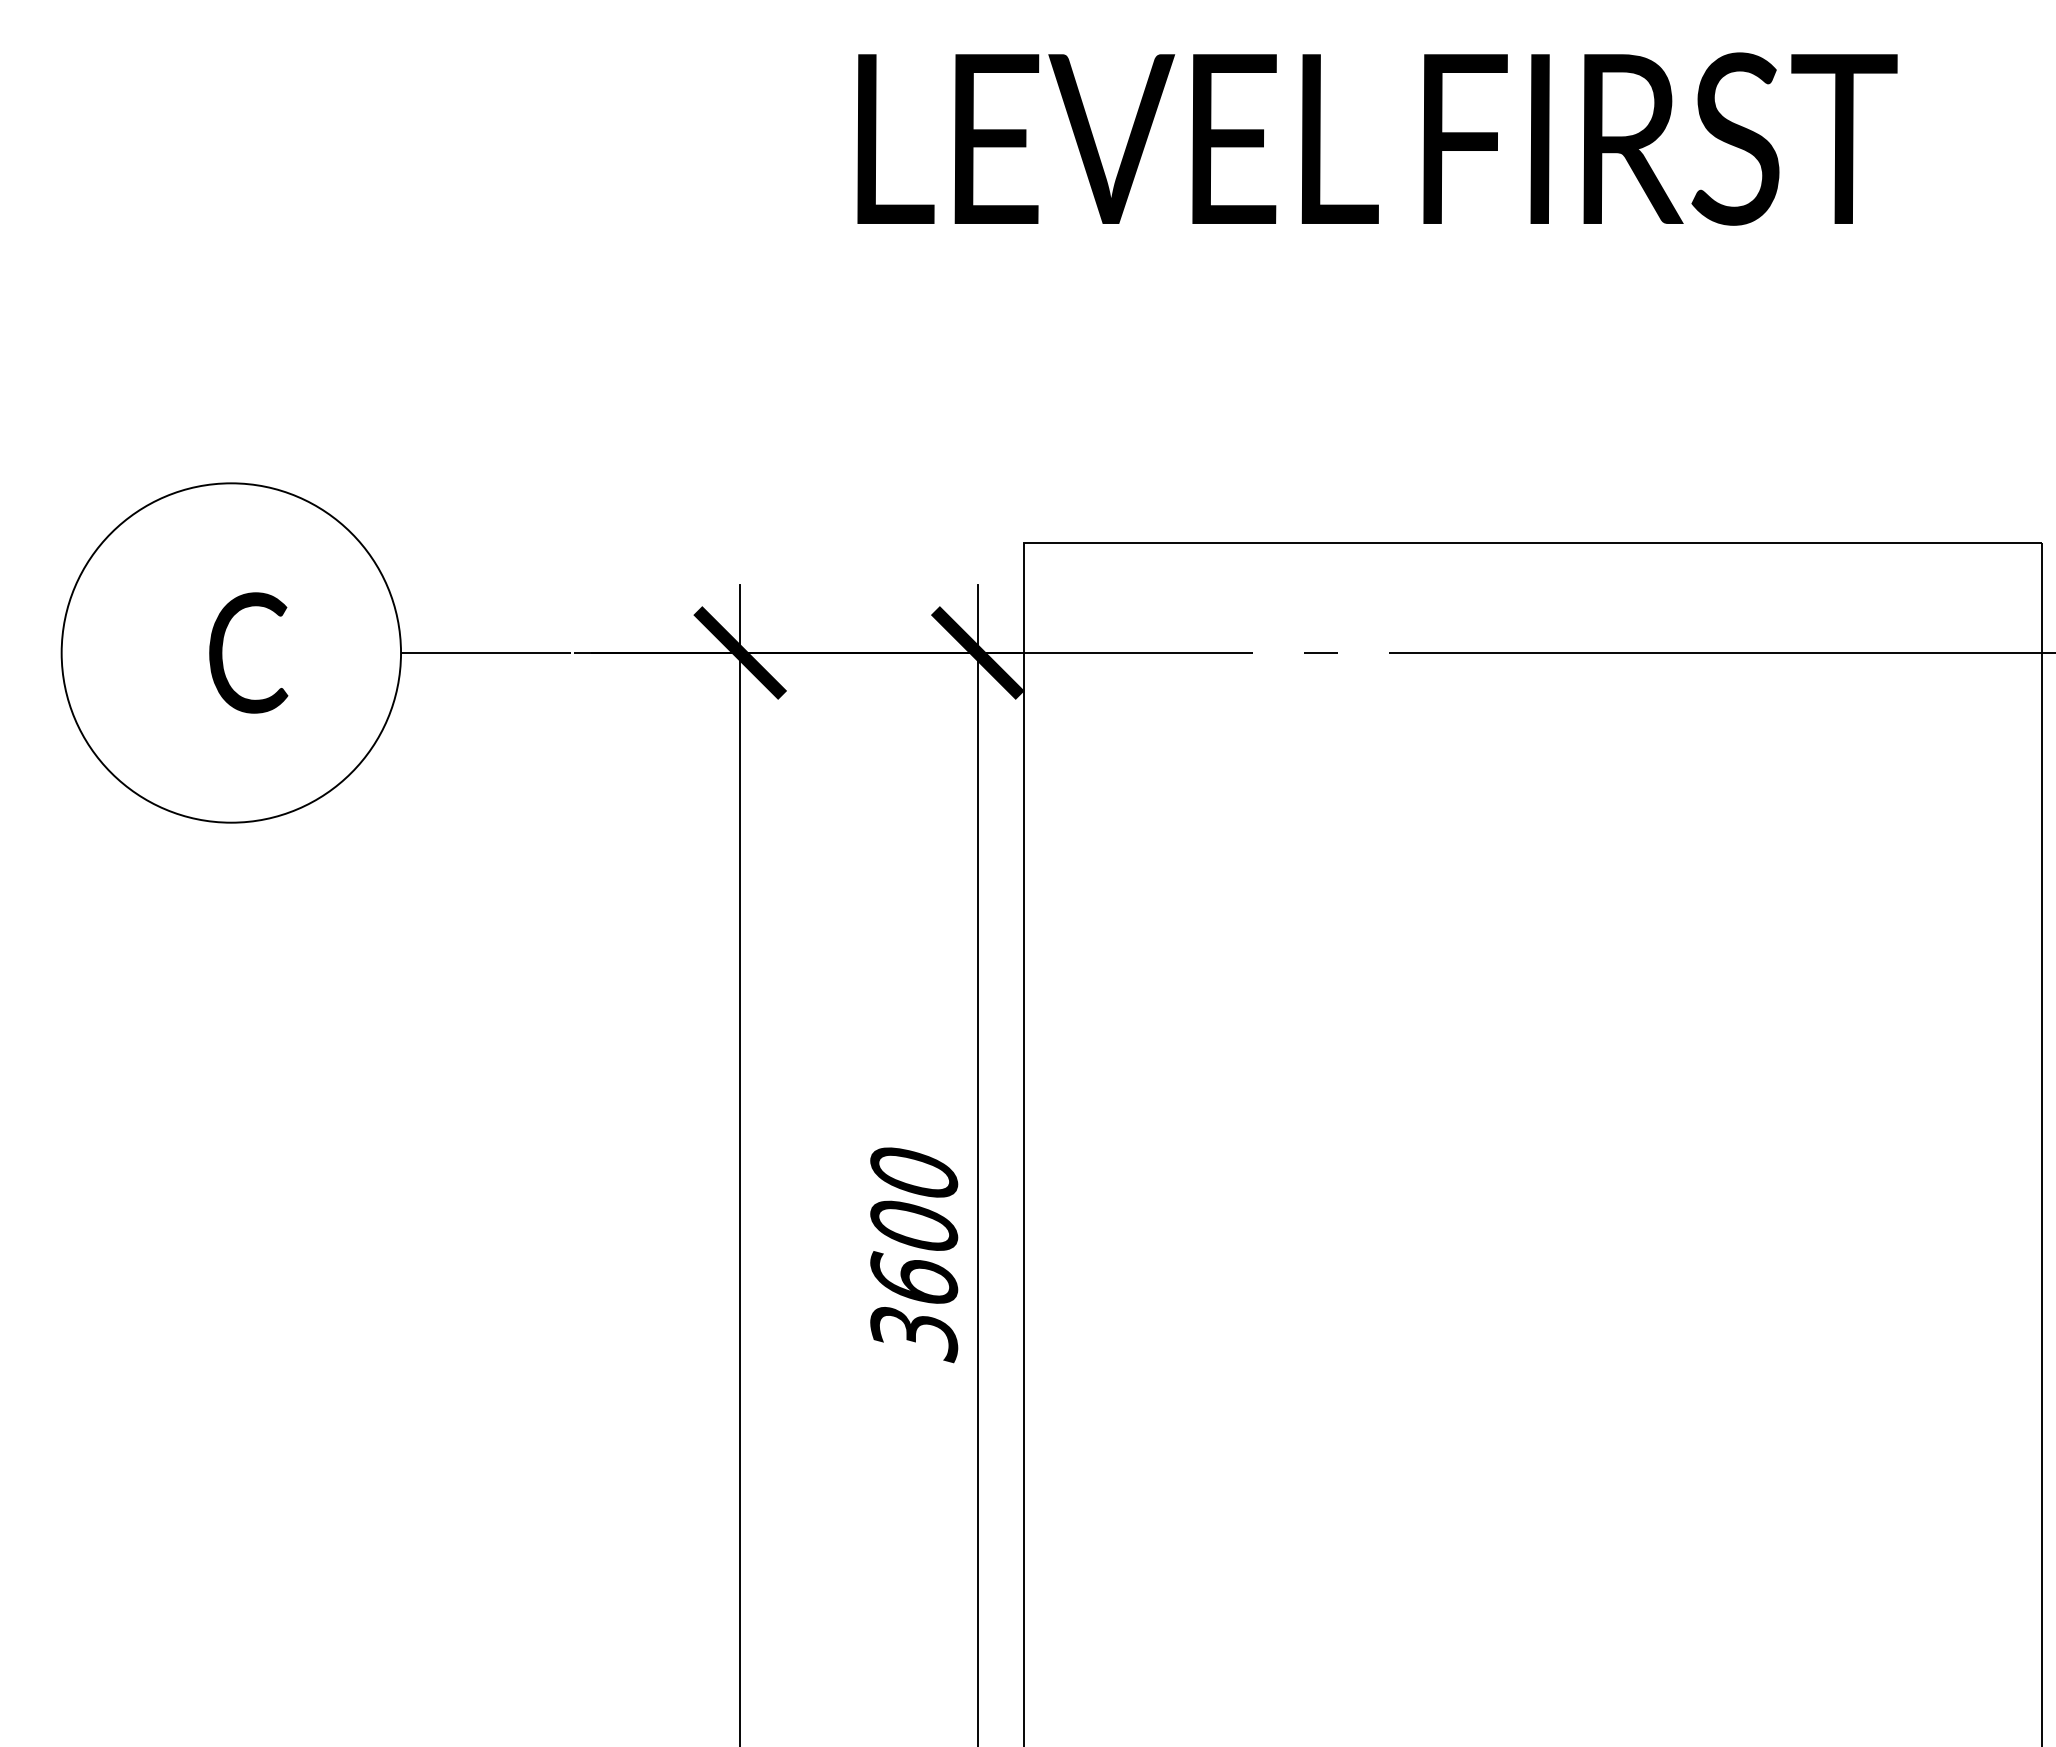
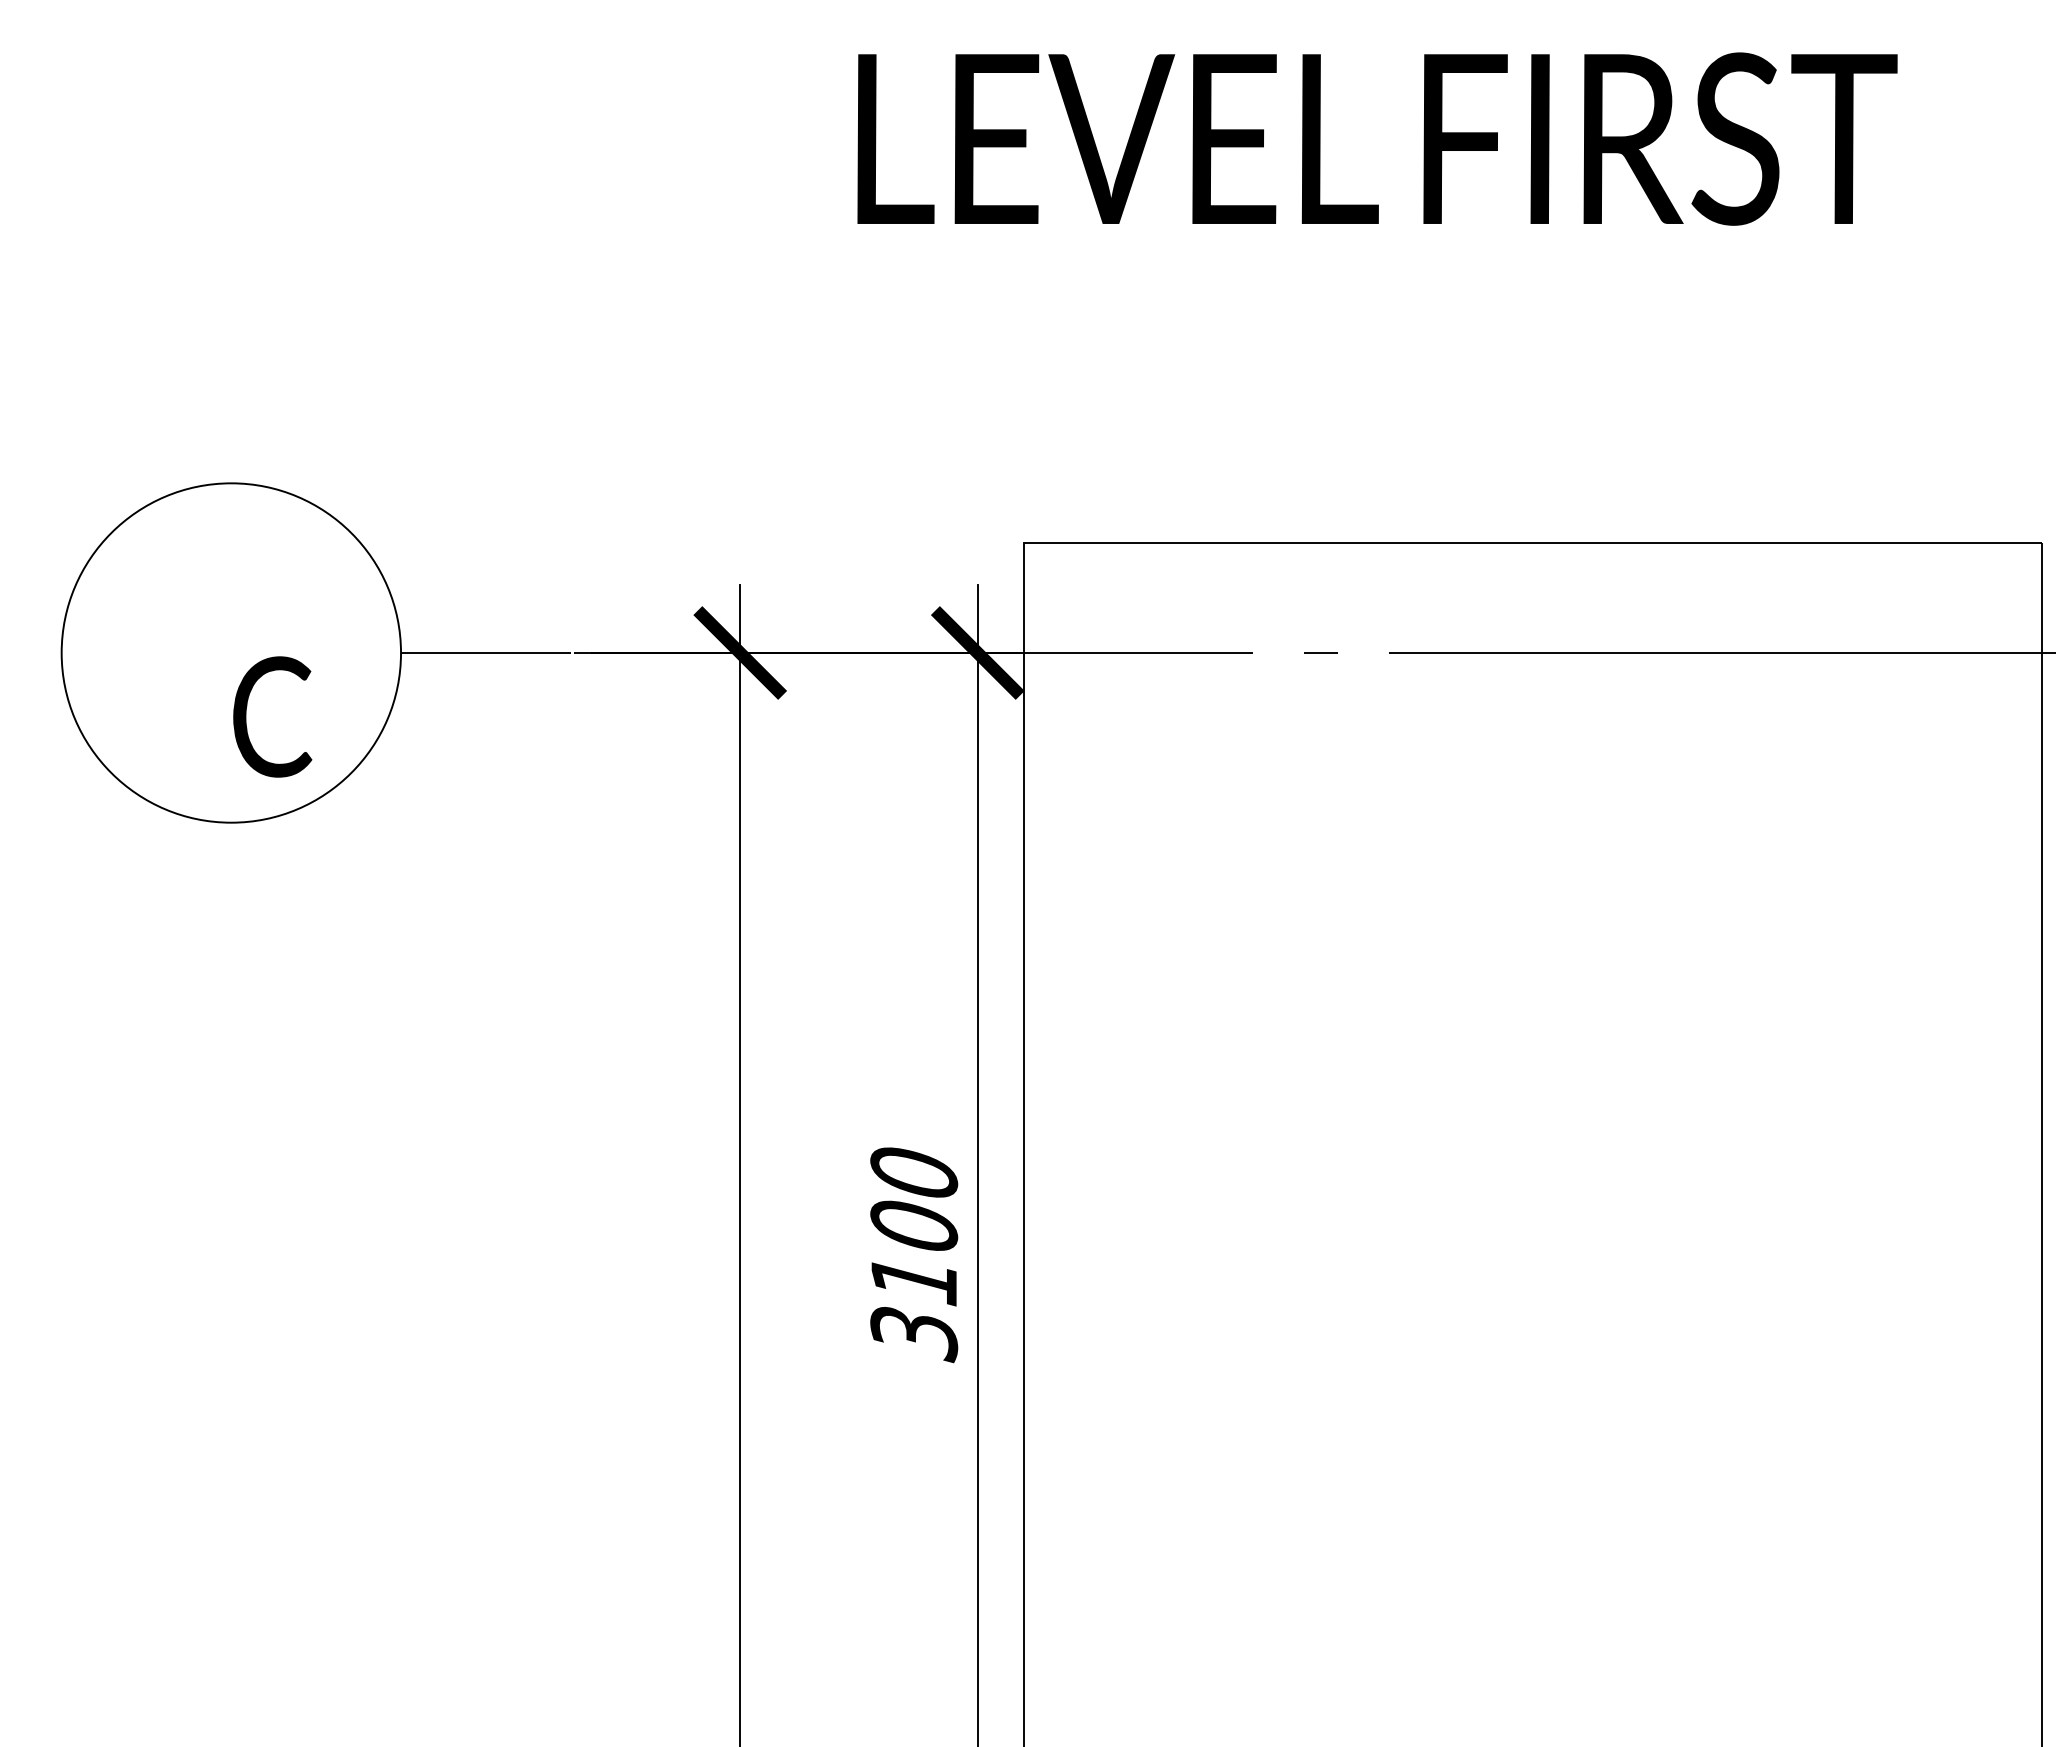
text at (248, 652) position: (248, 652) -> (272, 716)
text at (914, 1278): 3600 -> 3100
